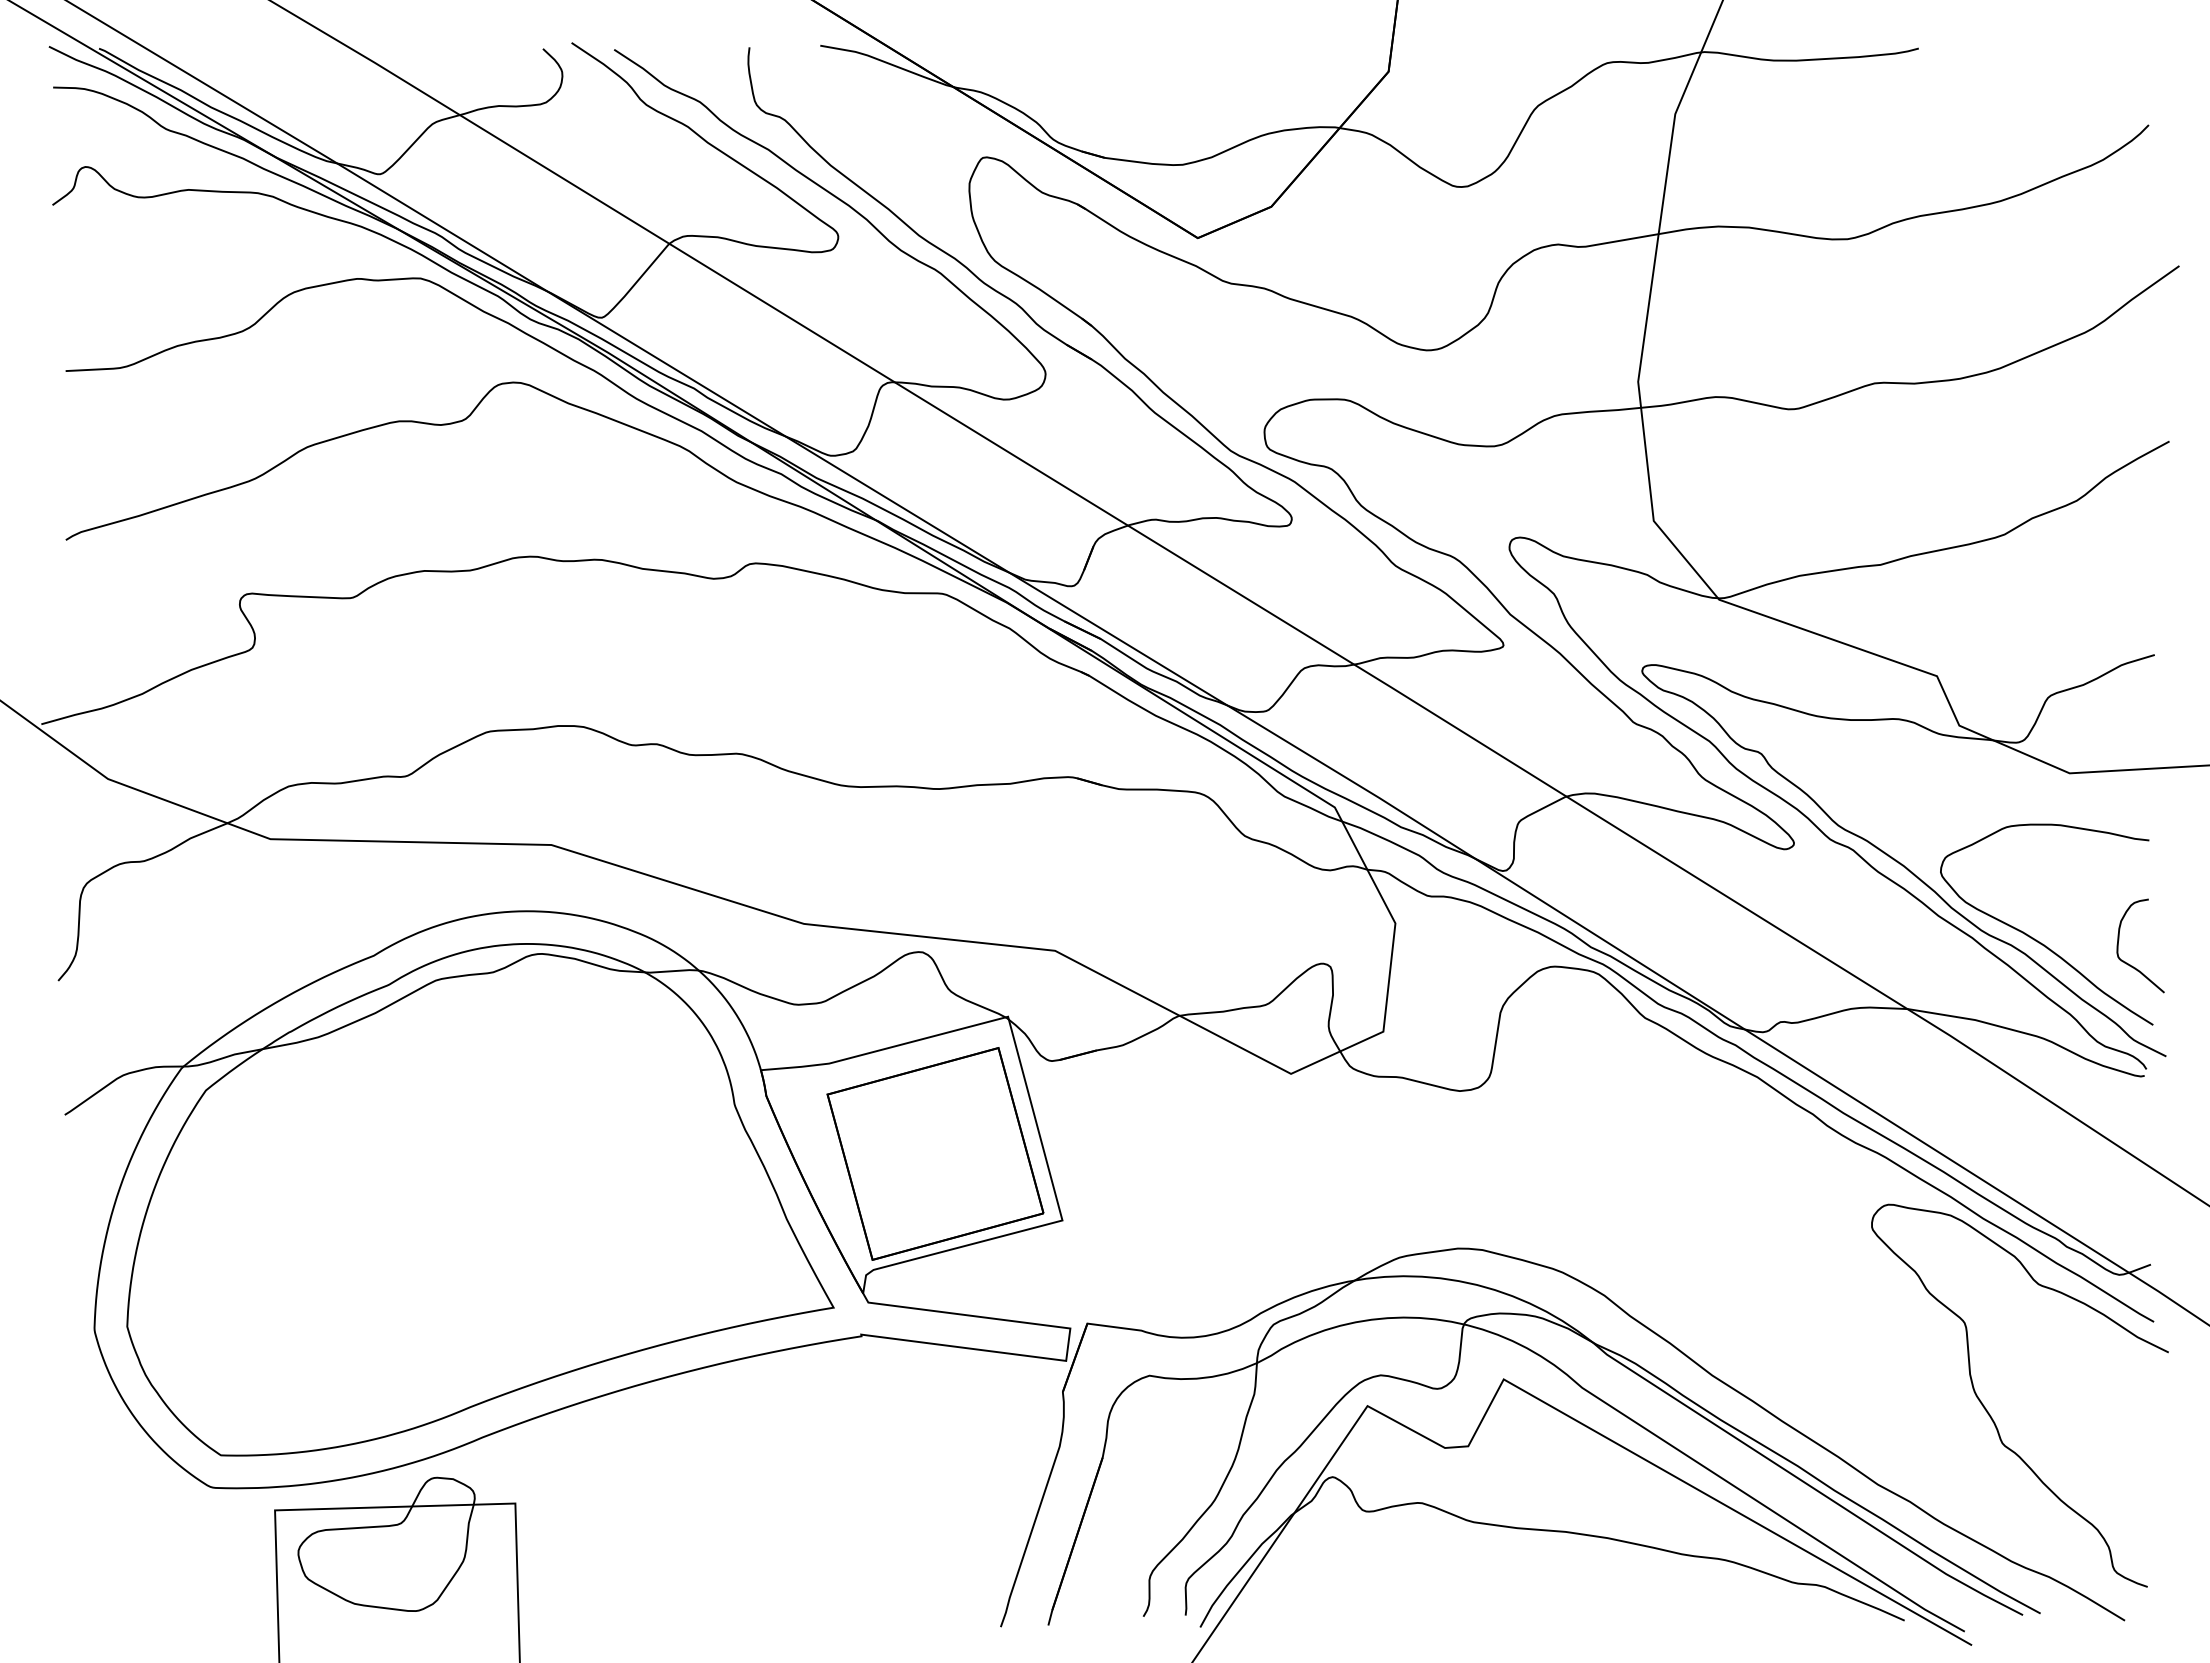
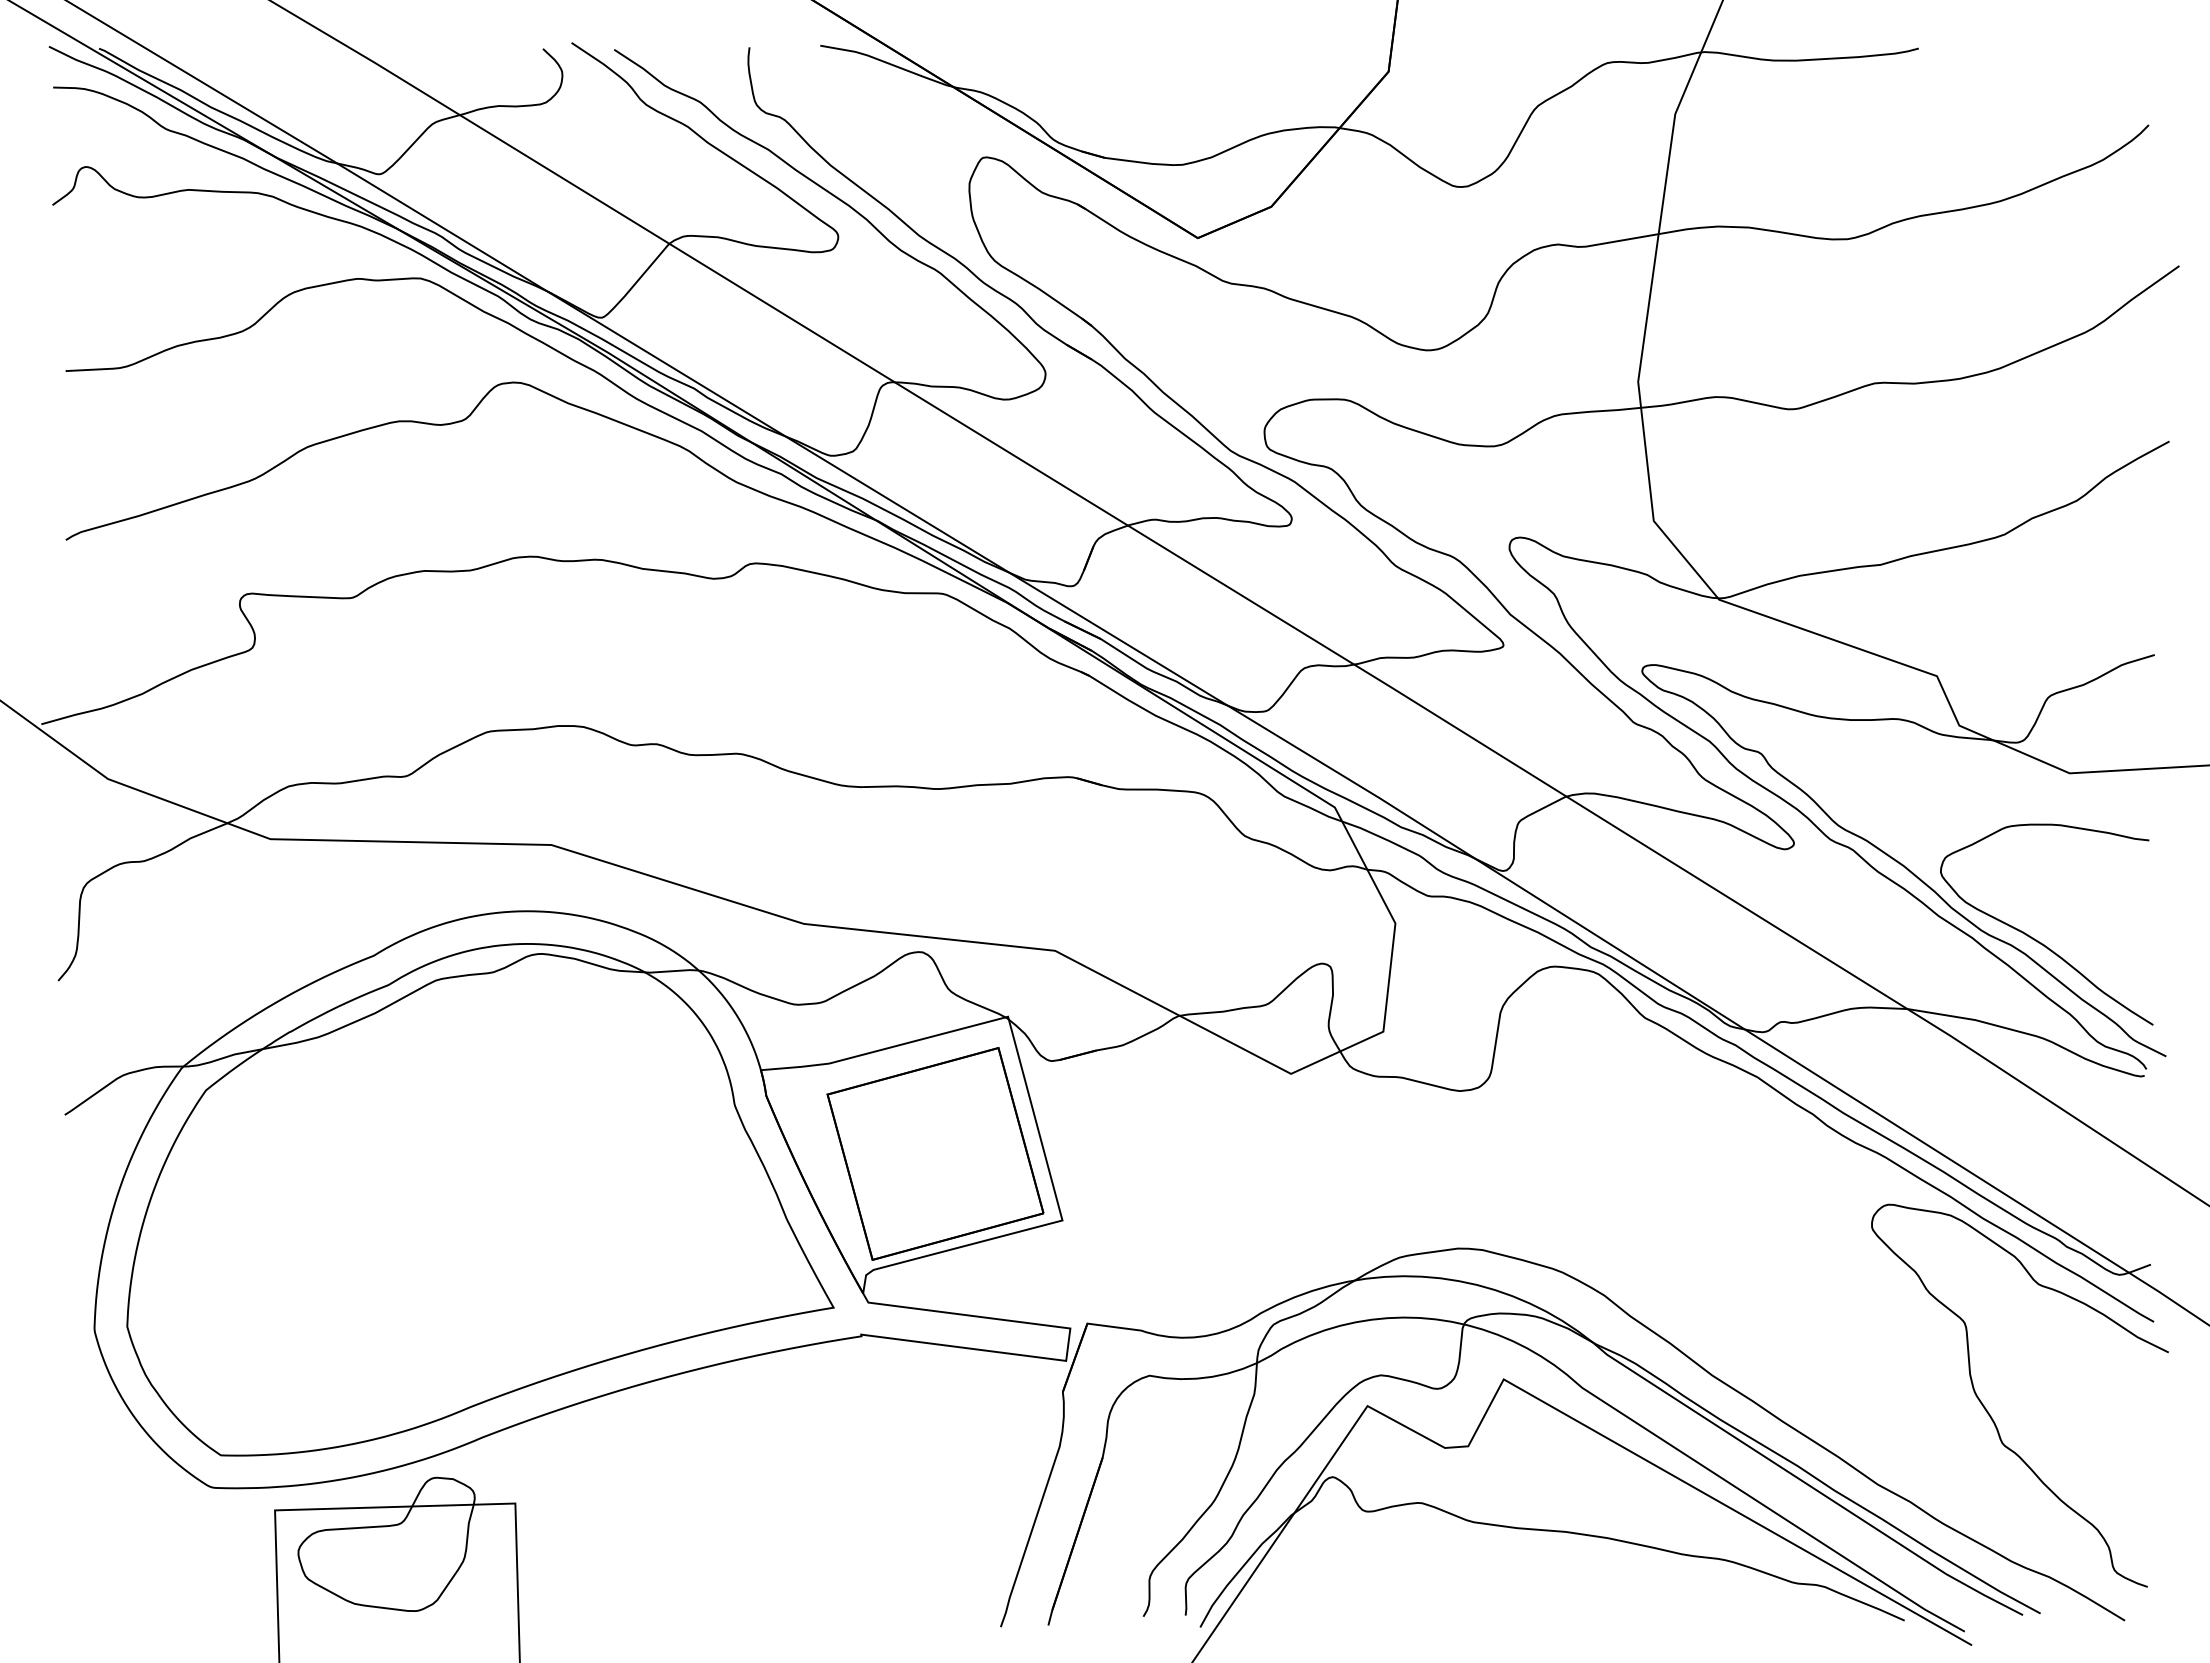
curve at (2127, 962): present -> none
